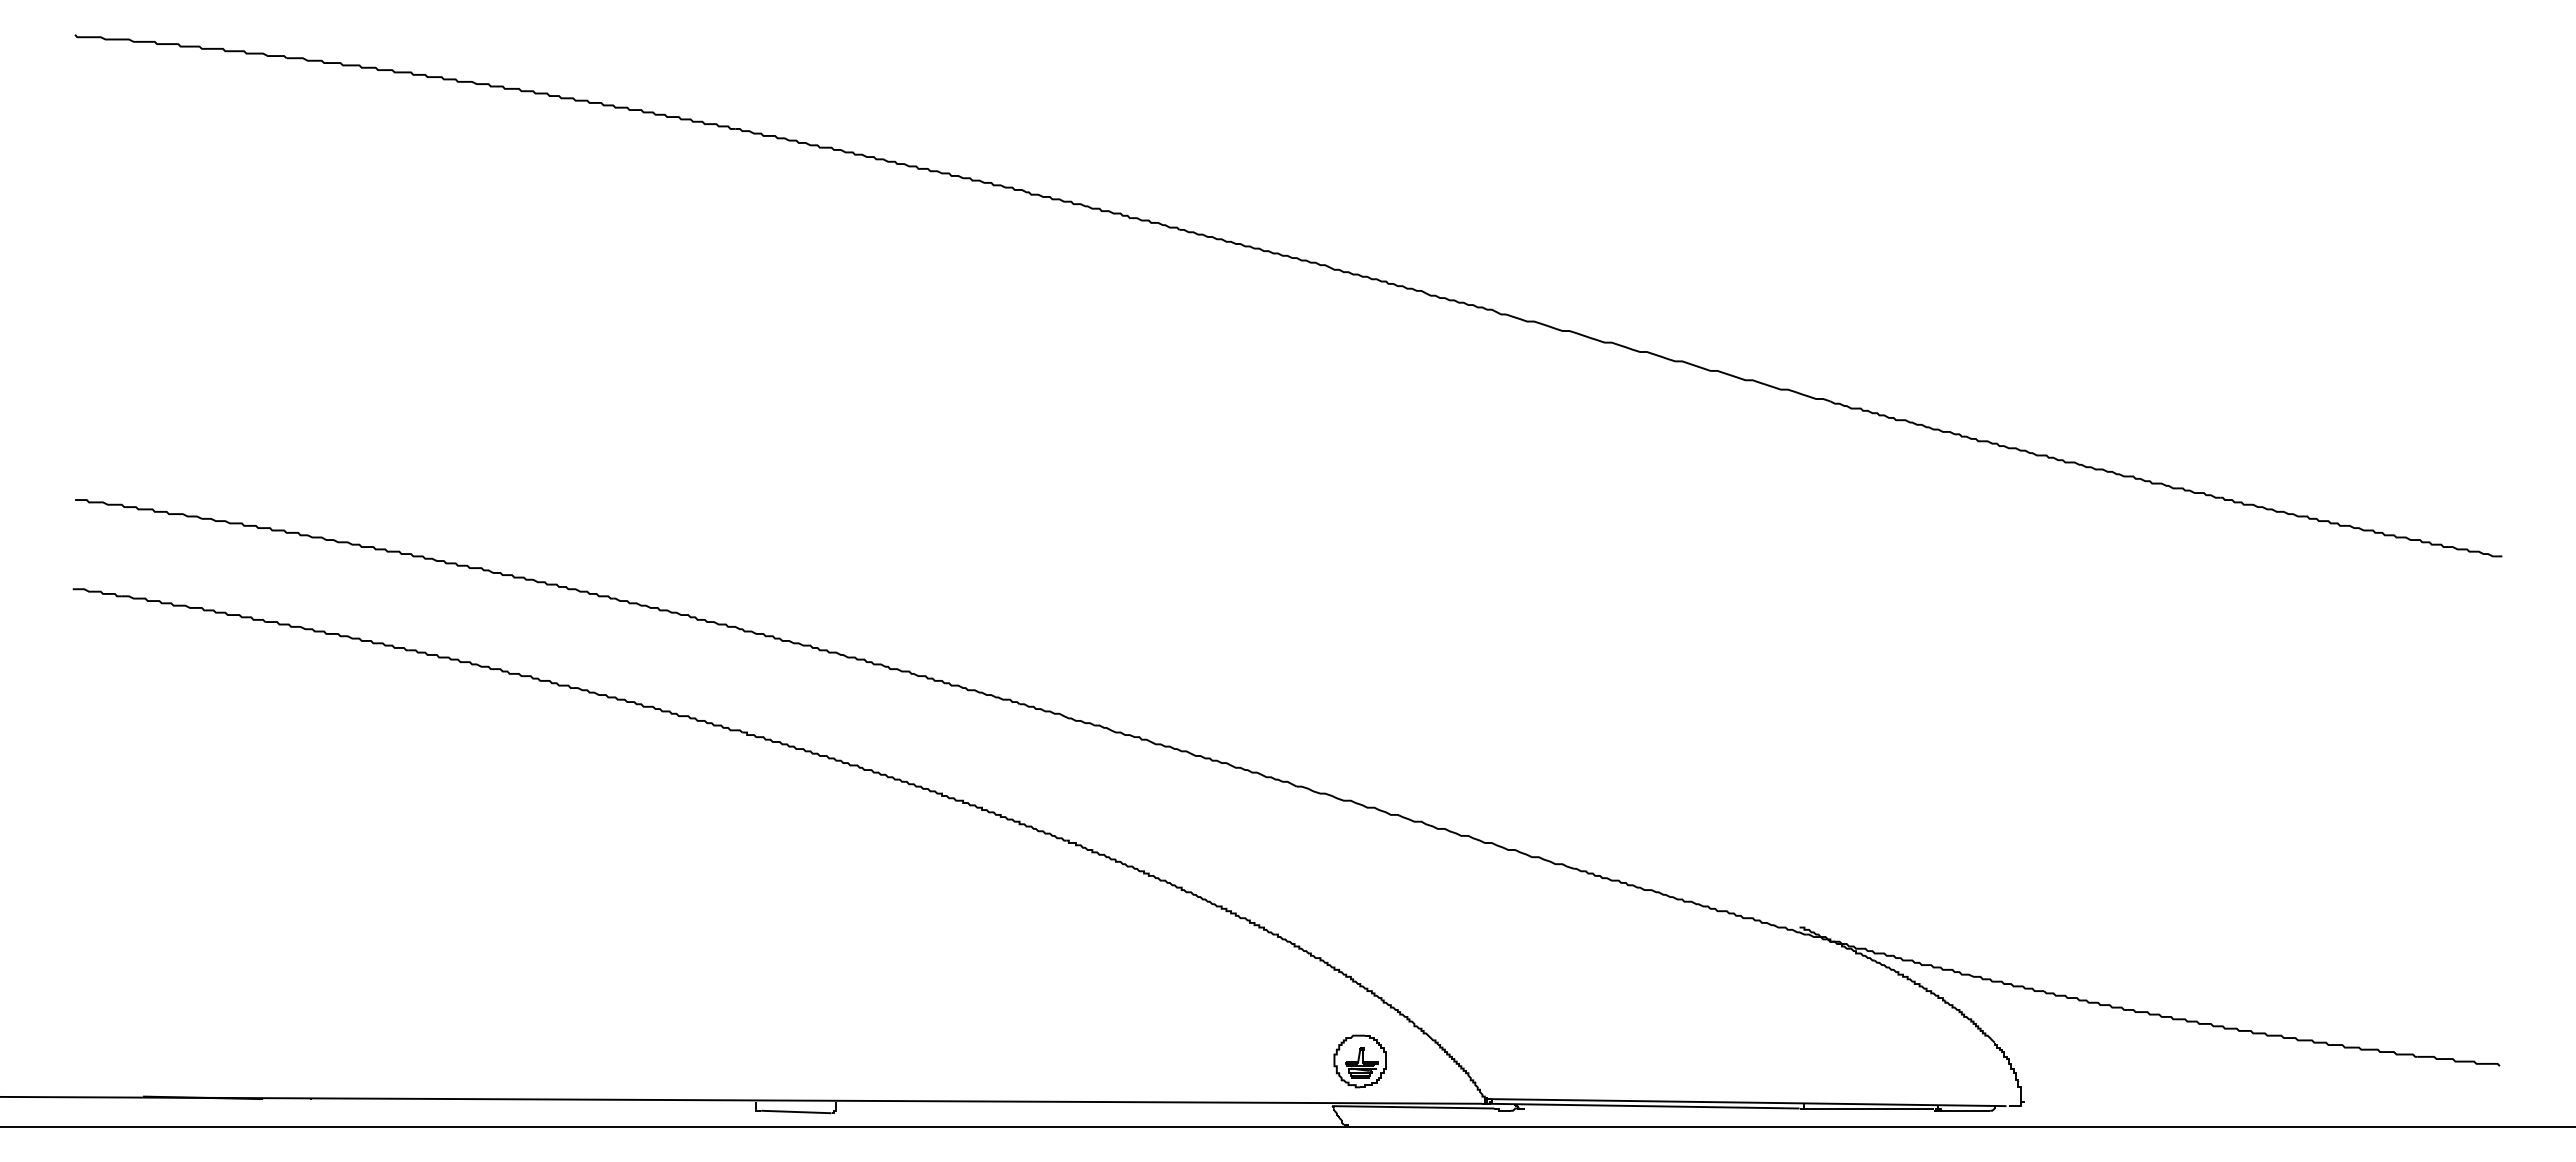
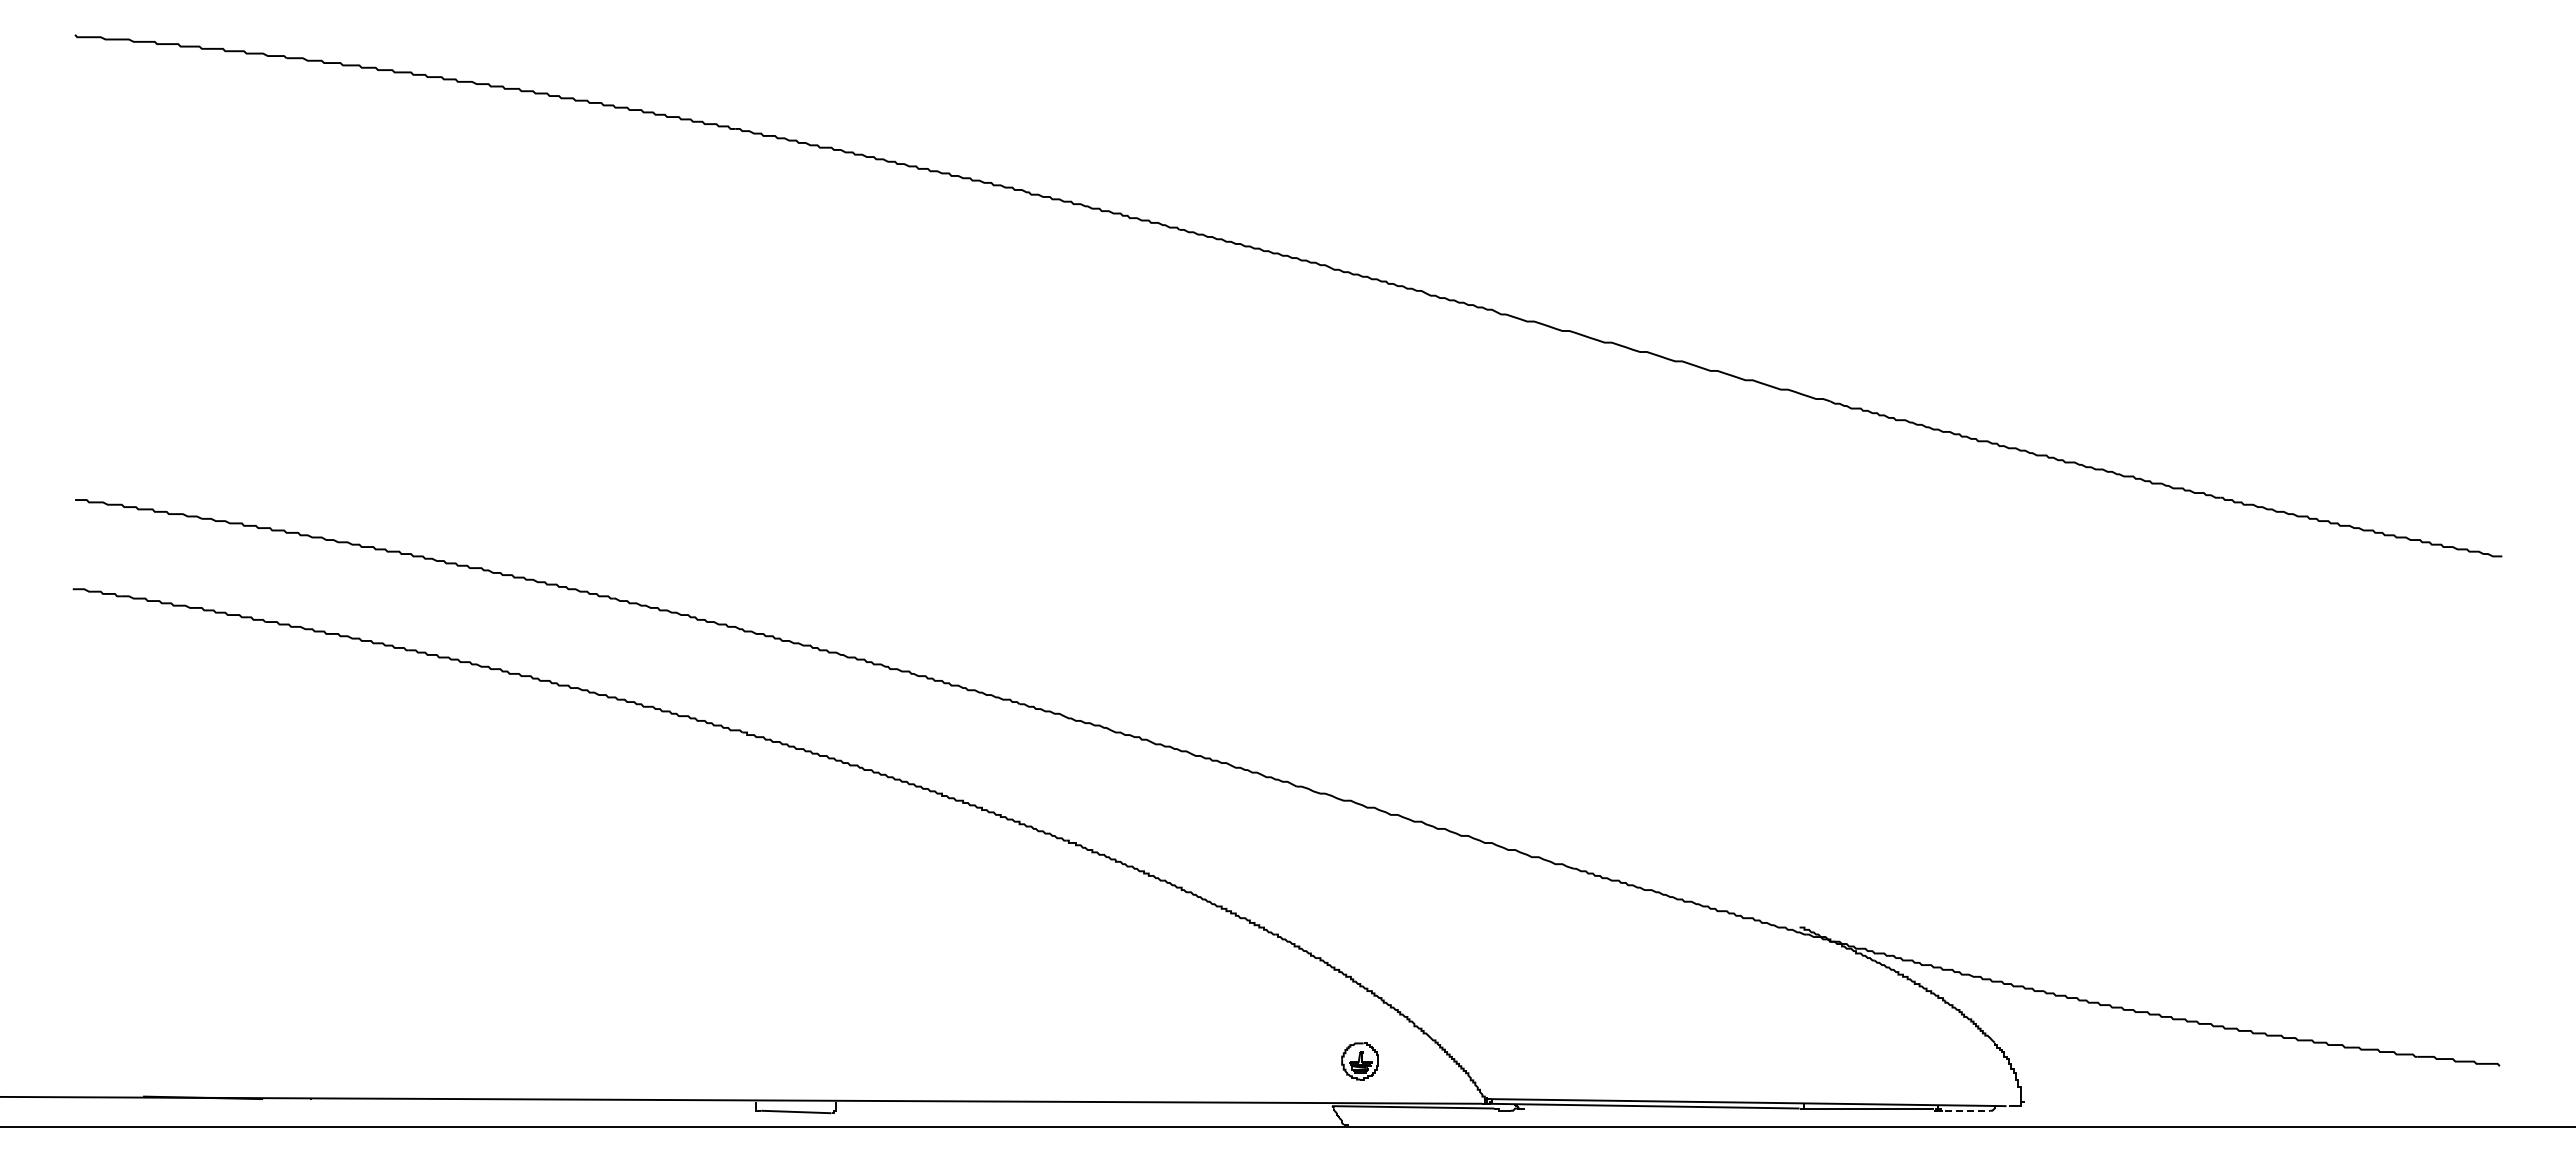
part at (1359, 1061) size: 54x55 px -> 38x39 px
line at (1962, 1110): solid -> dashed
